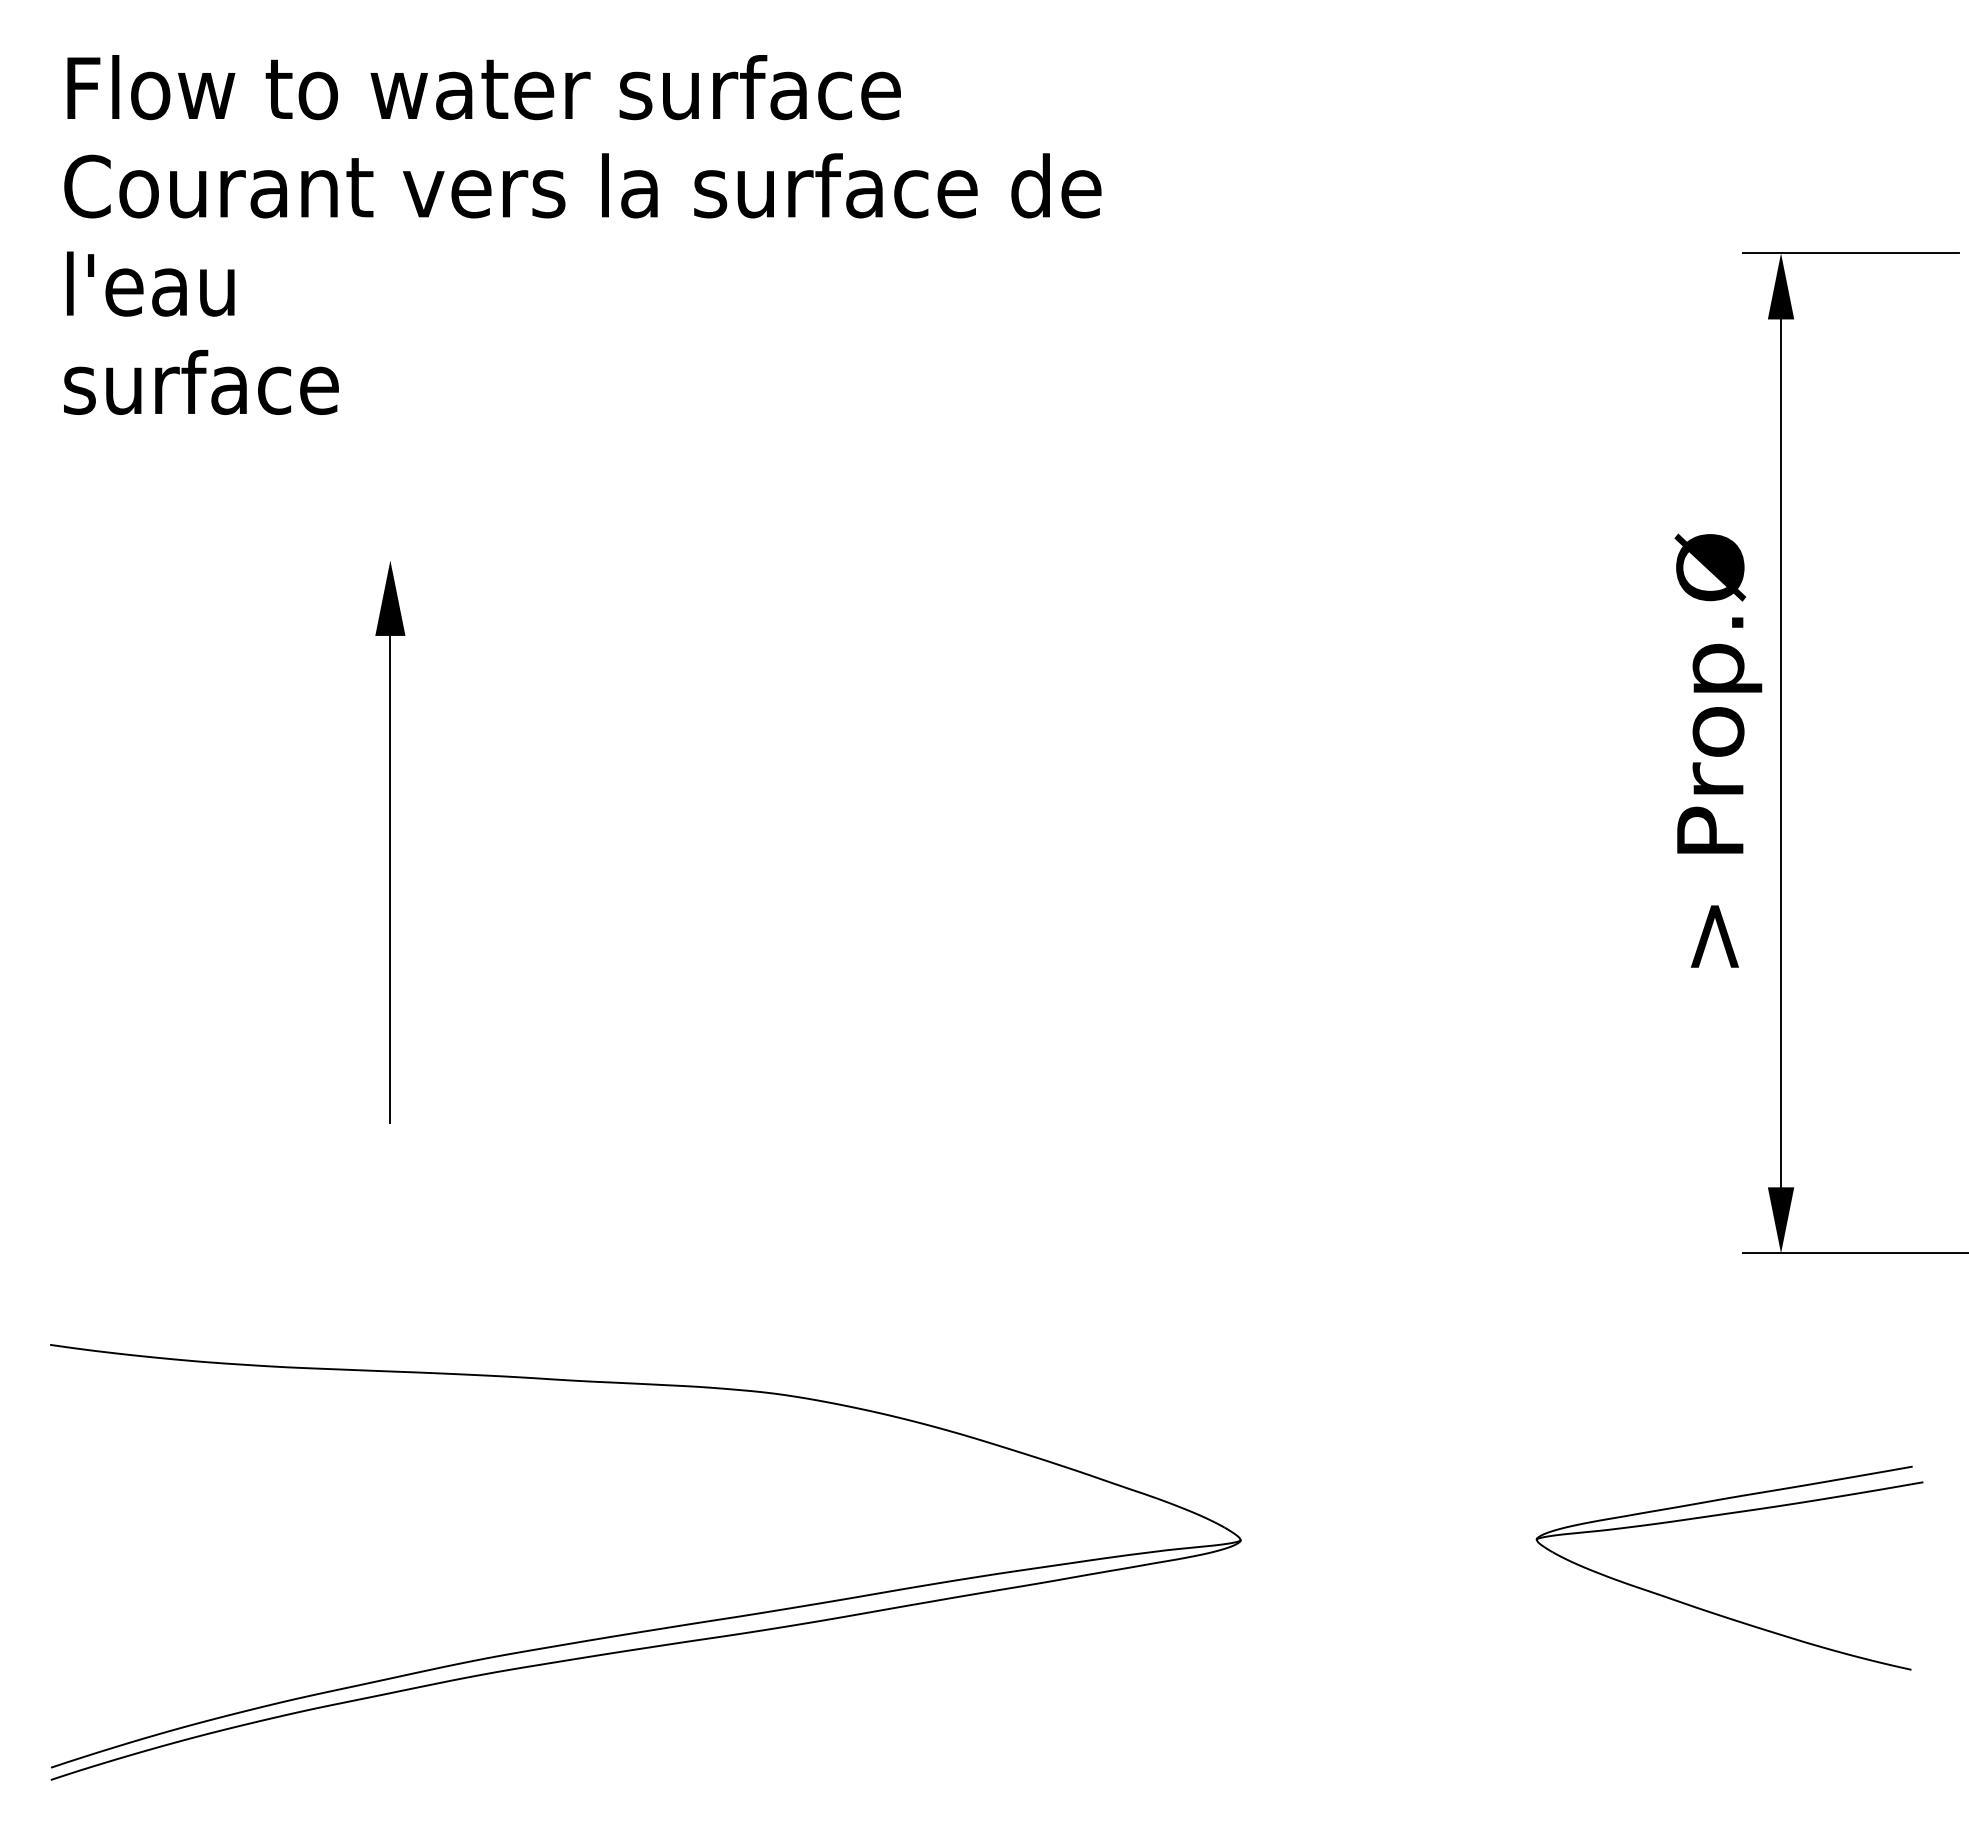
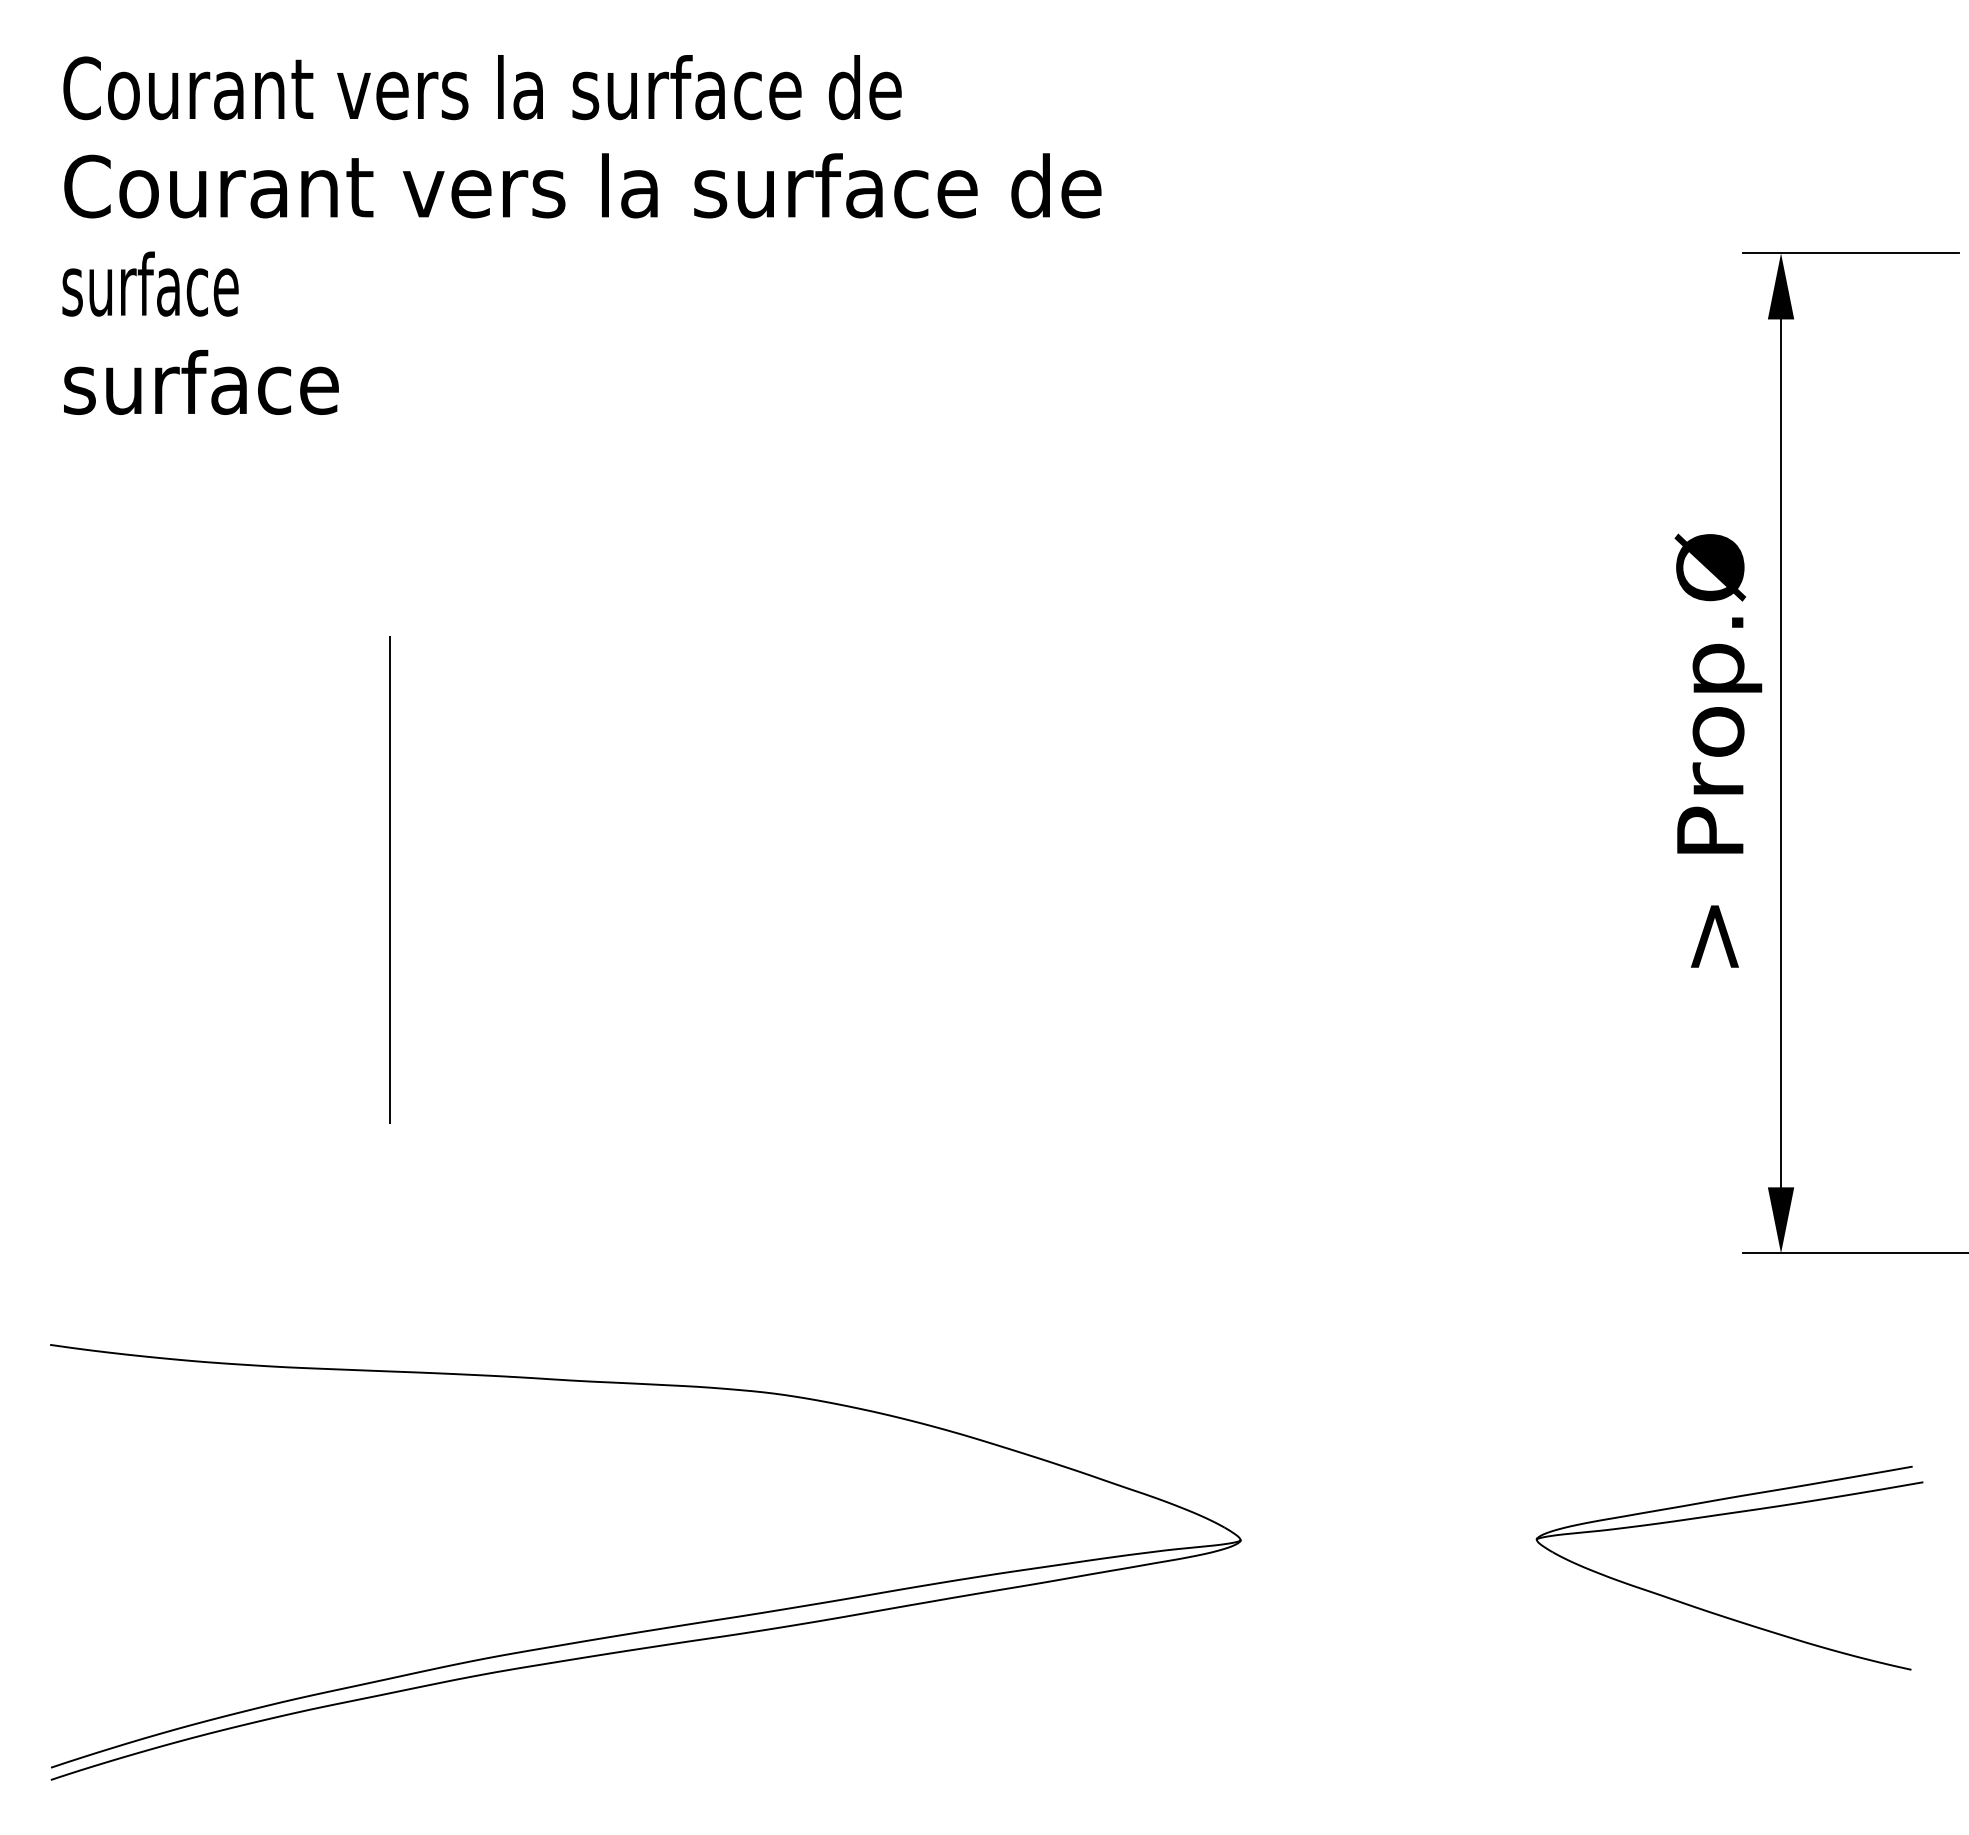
text at (482, 87): Flow to water surface -> Courant vers la surface de
text at (150, 283): l'eau -> surface
fill at (390, 597): present -> none
